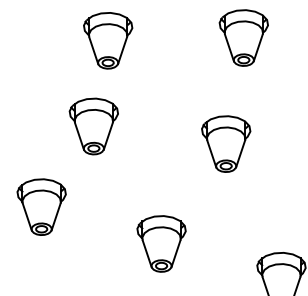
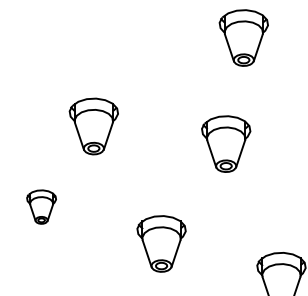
part at (108, 40): present -> none
part at (41, 206) size: 51x58 px -> 31x36 px
